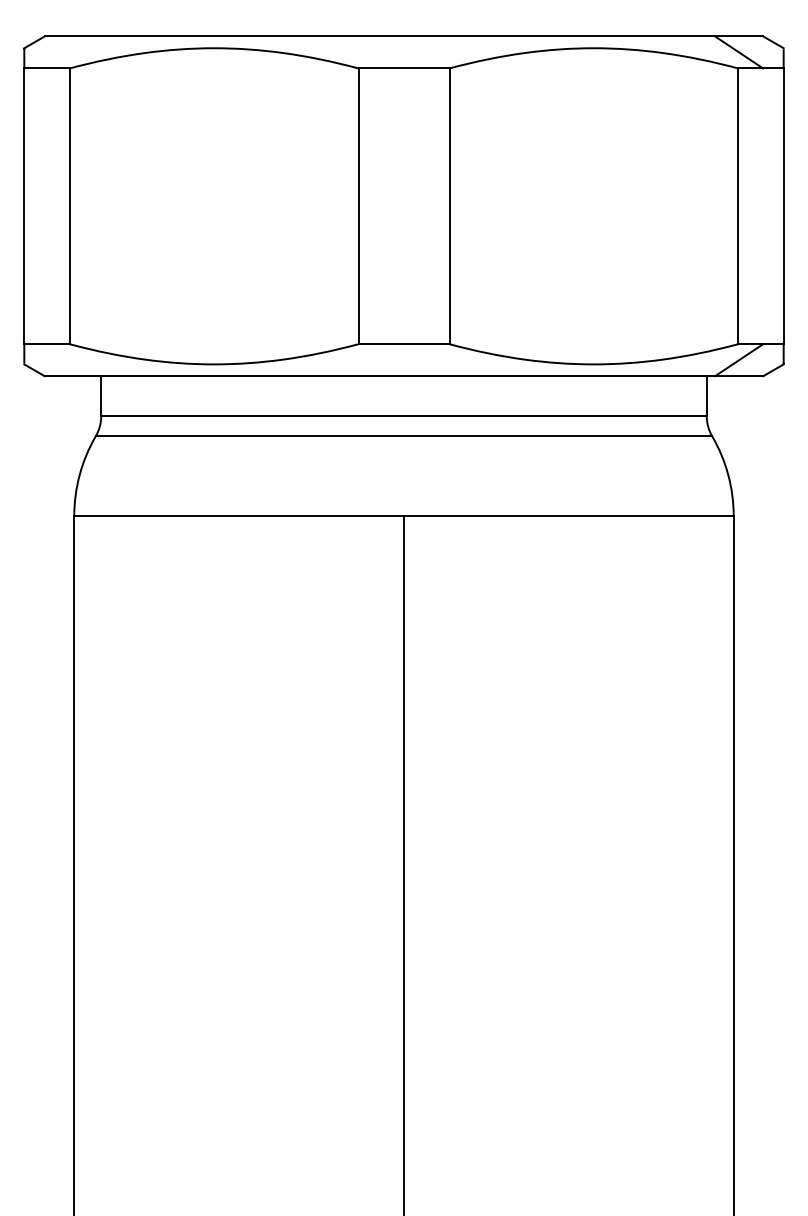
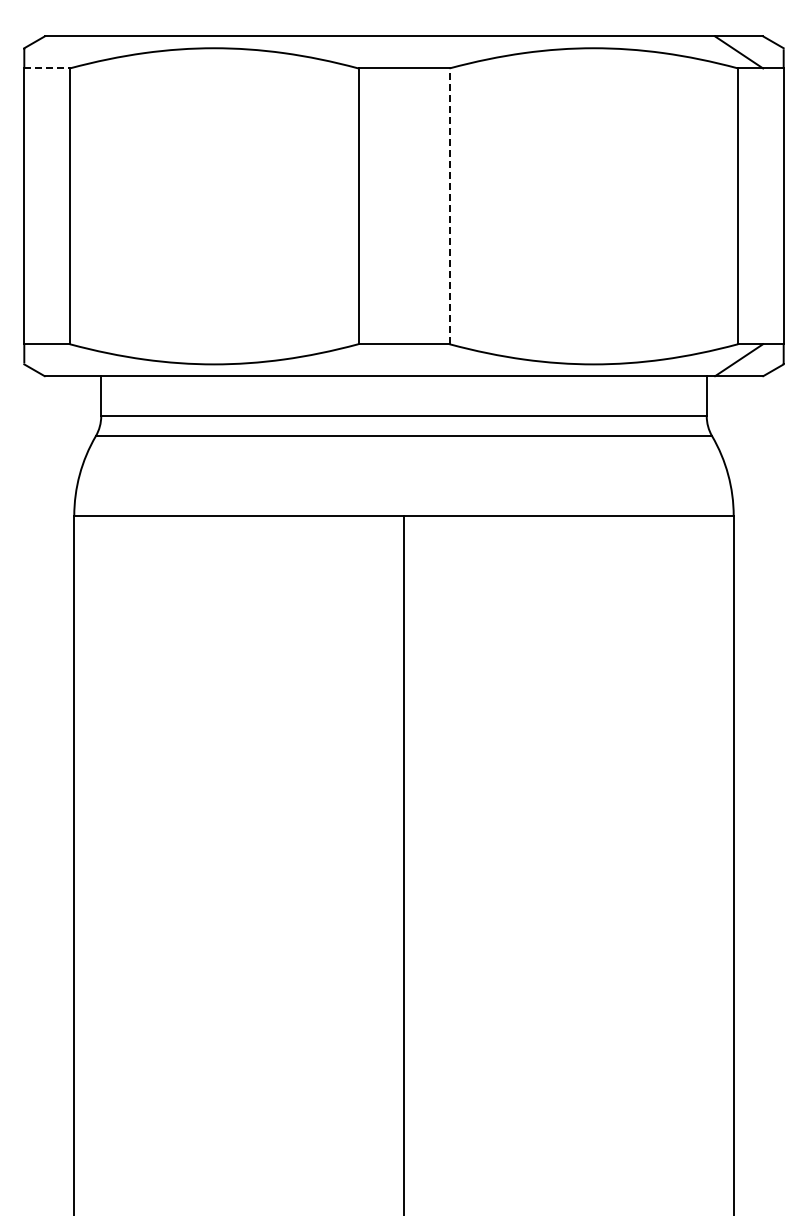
line at (47, 68): solid -> dashed
line at (449, 206): solid -> dashed
